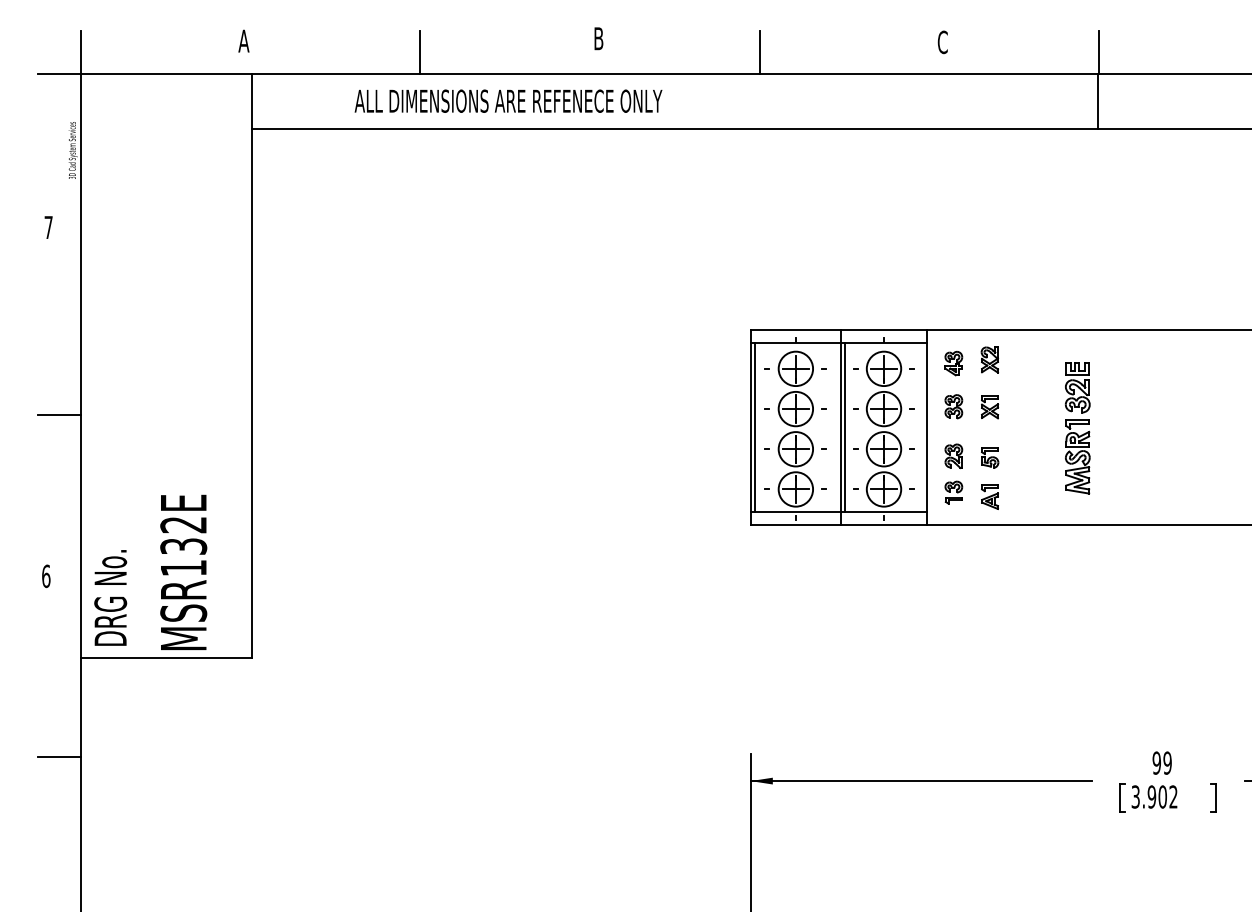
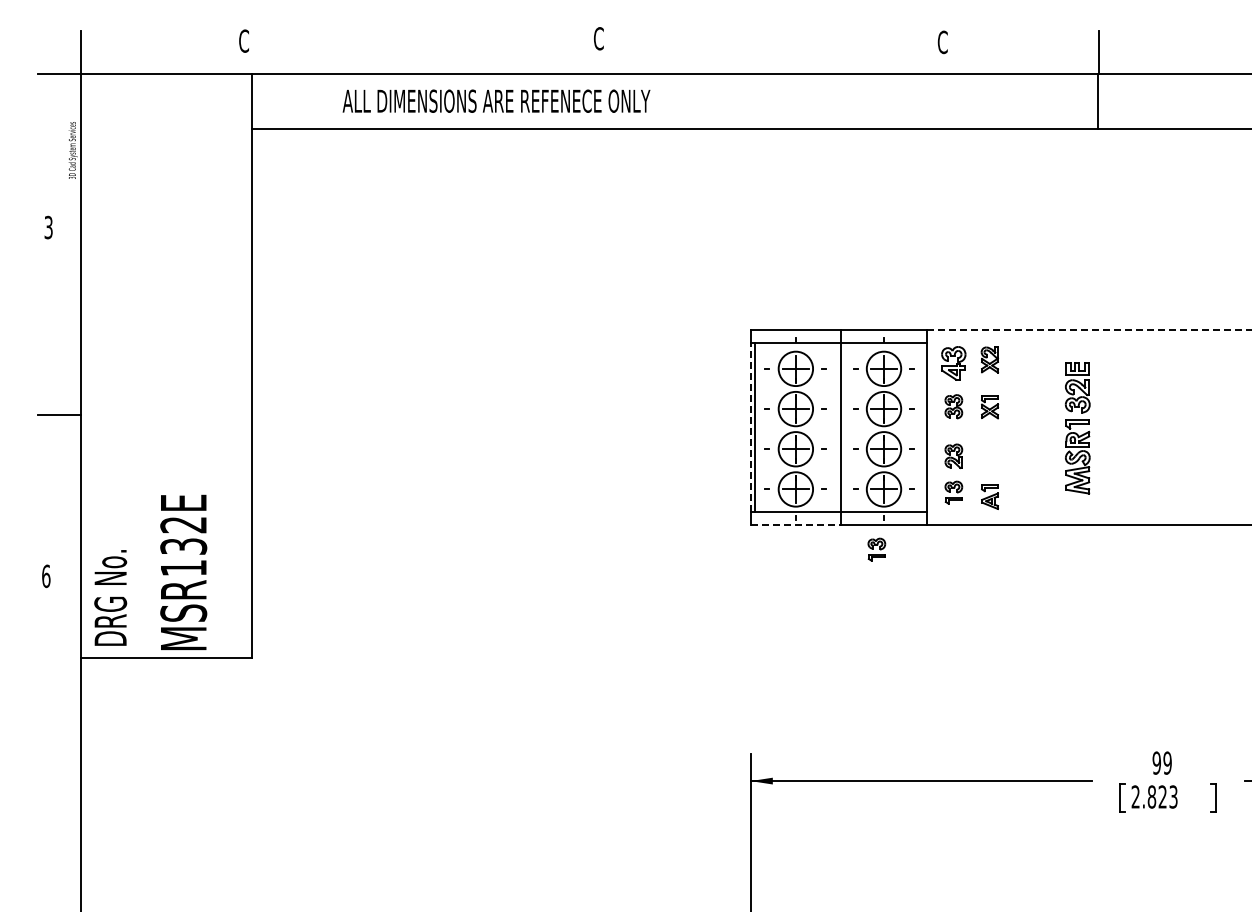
text at (598, 38): B -> C
text at (243, 40): A -> C
line at (420, 51): present -> none
line at (759, 51): present -> none
text at (508, 100) position: (508, 100) -> (496, 100)
text at (48, 227): 7 -> 3
line at (1089, 330): solid -> dashed
part at (953, 363) size: 20x26 px -> 26x35 px
line at (750, 427): solid -> dashed
line at (845, 427): present -> none
part at (990, 457): present -> none
line at (796, 524): solid -> dashed
part at (876, 549): none -> present
line at (58, 756): present -> none
text at (1154, 796): 3.902 -> 2.823
